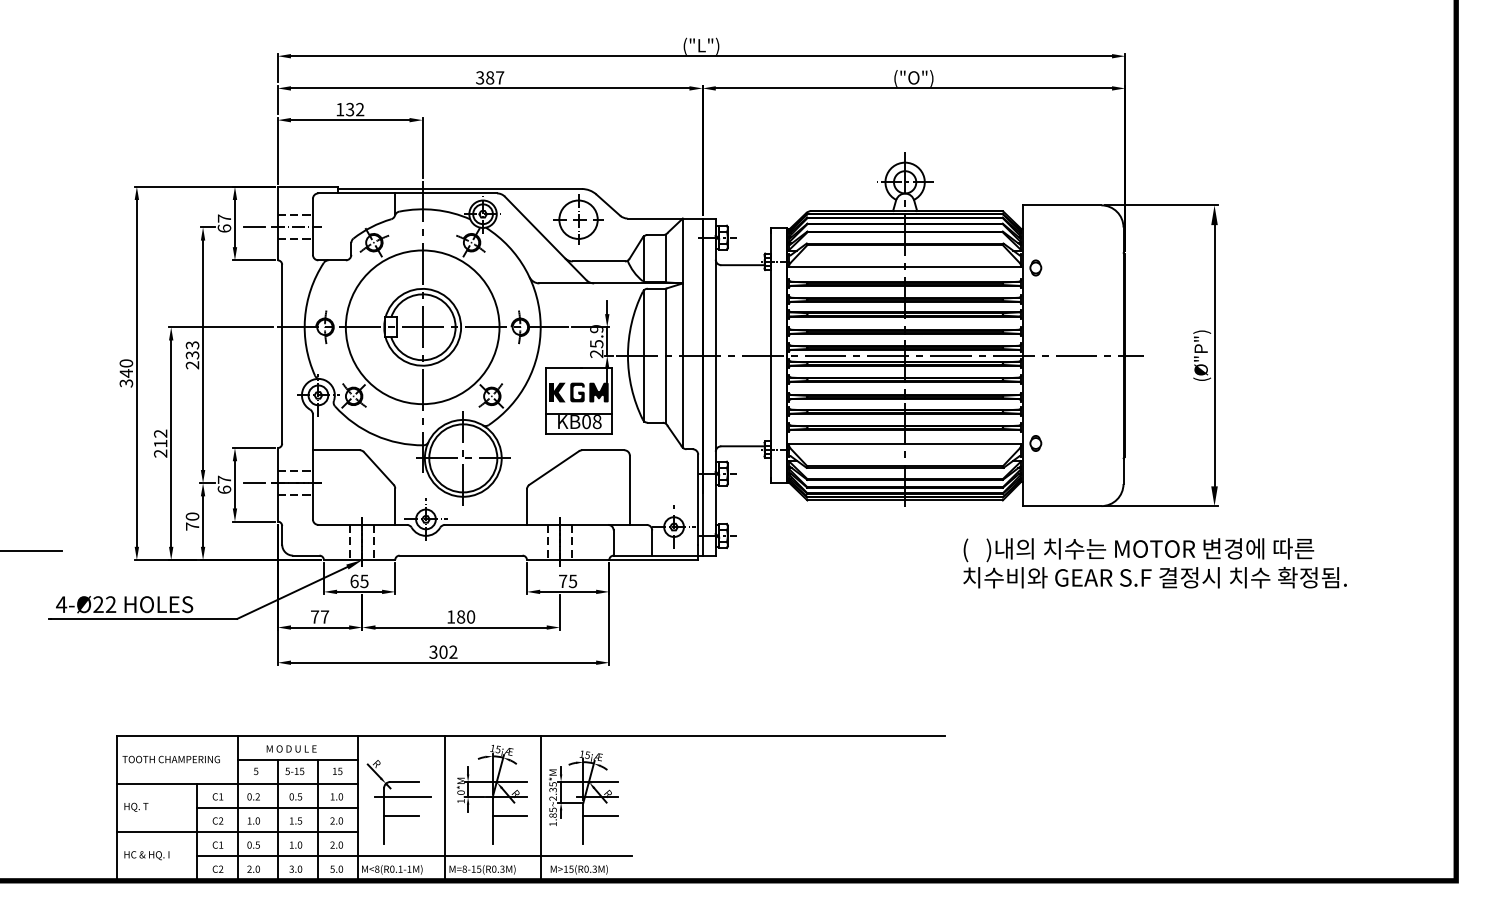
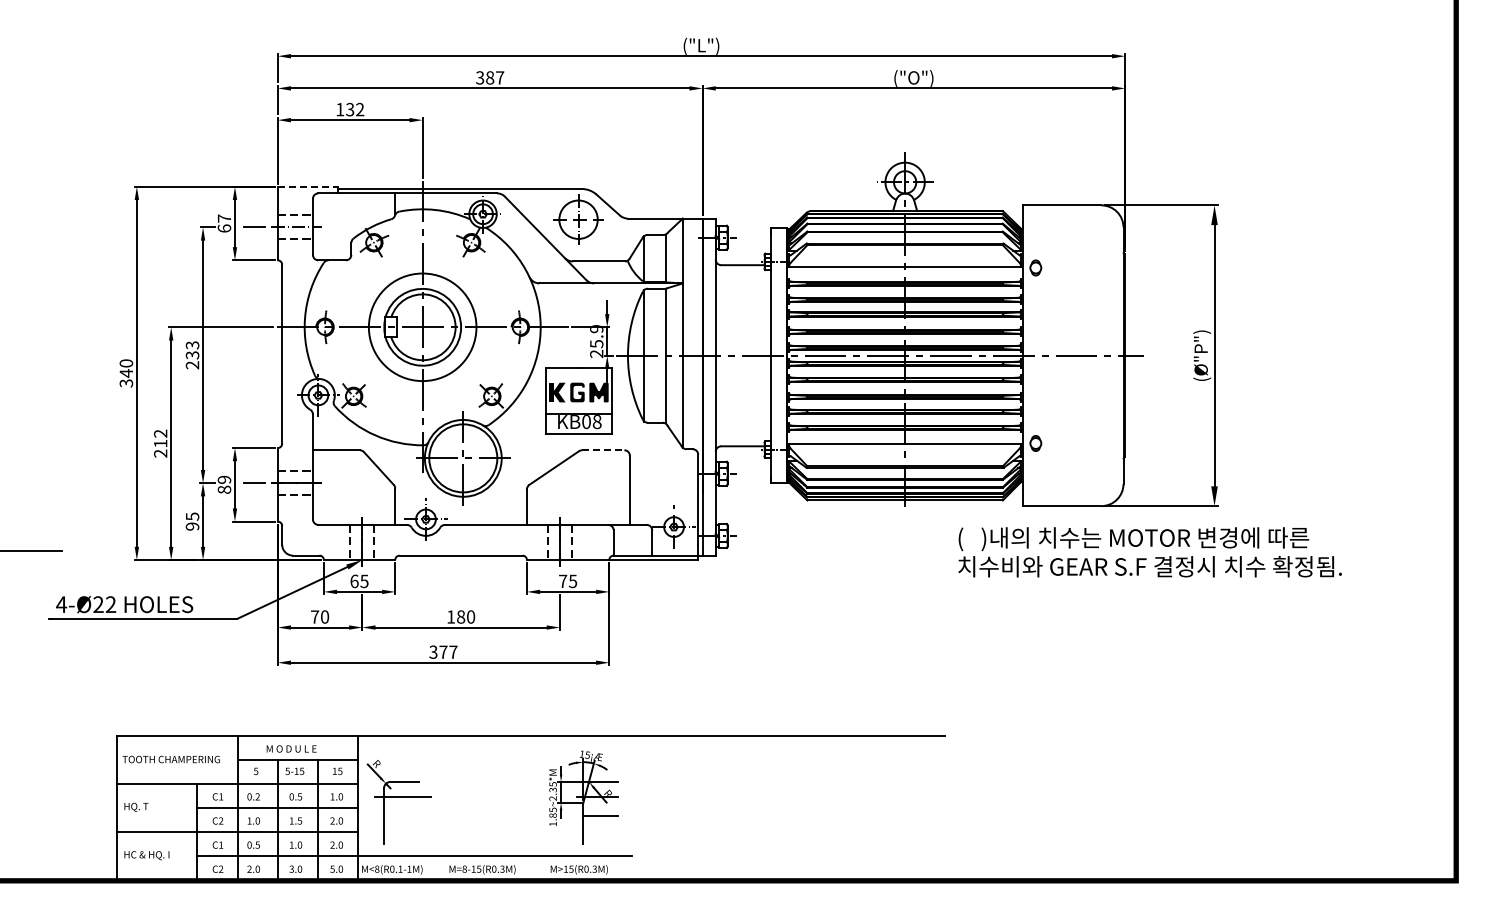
line at (308, 186): solid -> dashed
circle at (422, 327) diameter: 154 px -> 108 px
line at (603, 450): solid -> dashed
text at (224, 484): 67 -> 89
text at (192, 521): 70 -> 95
text at (1154, 563) position: (1154, 563) -> (1149, 552)
text at (325, 616): 77 -> 70
text at (448, 651): 302 -> 377
part at (491, 794): present -> none
line at (444, 807): present -> none
line at (540, 807): present -> none
line at (401, 816): present -> none
